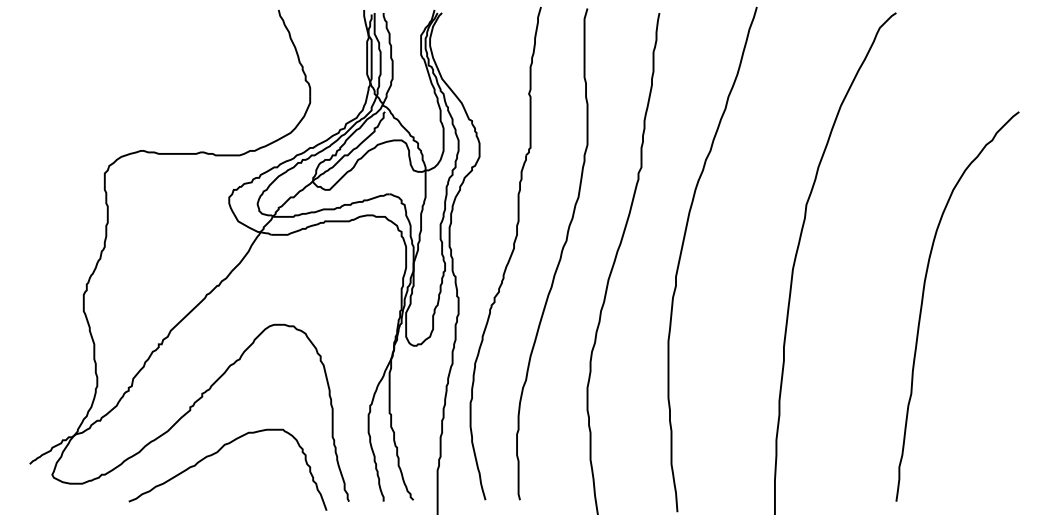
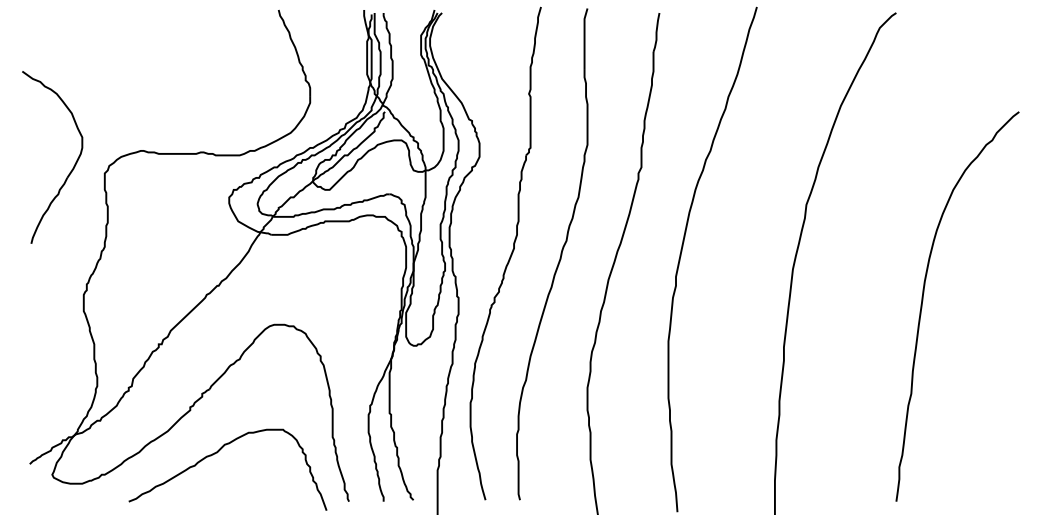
part at (71, 169): none -> present
